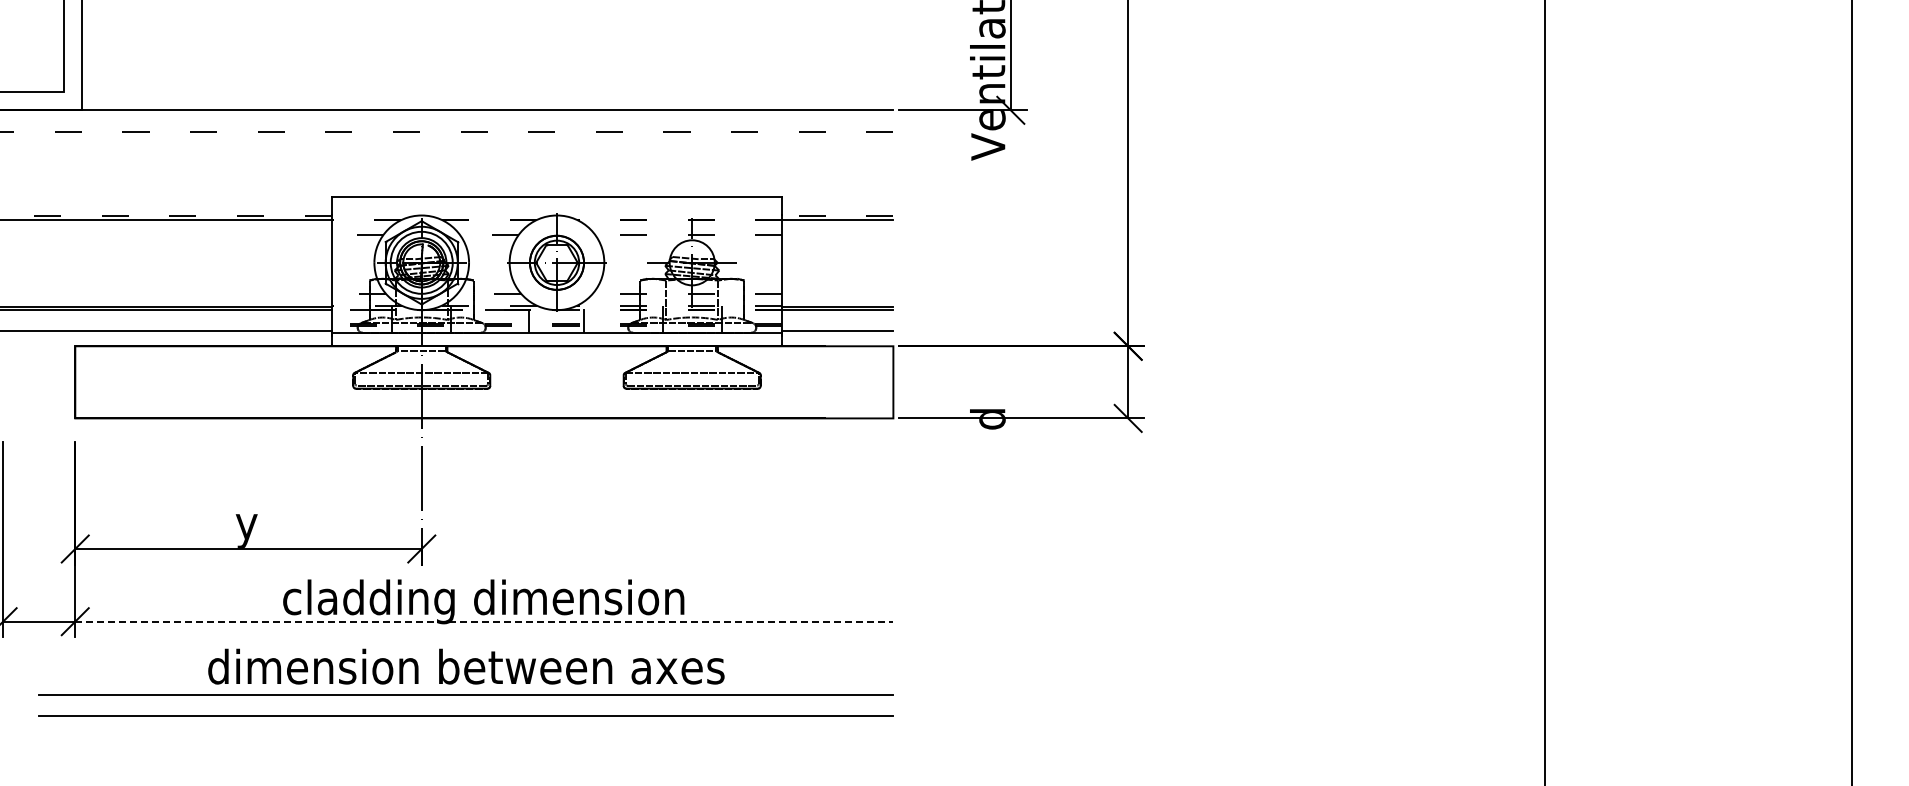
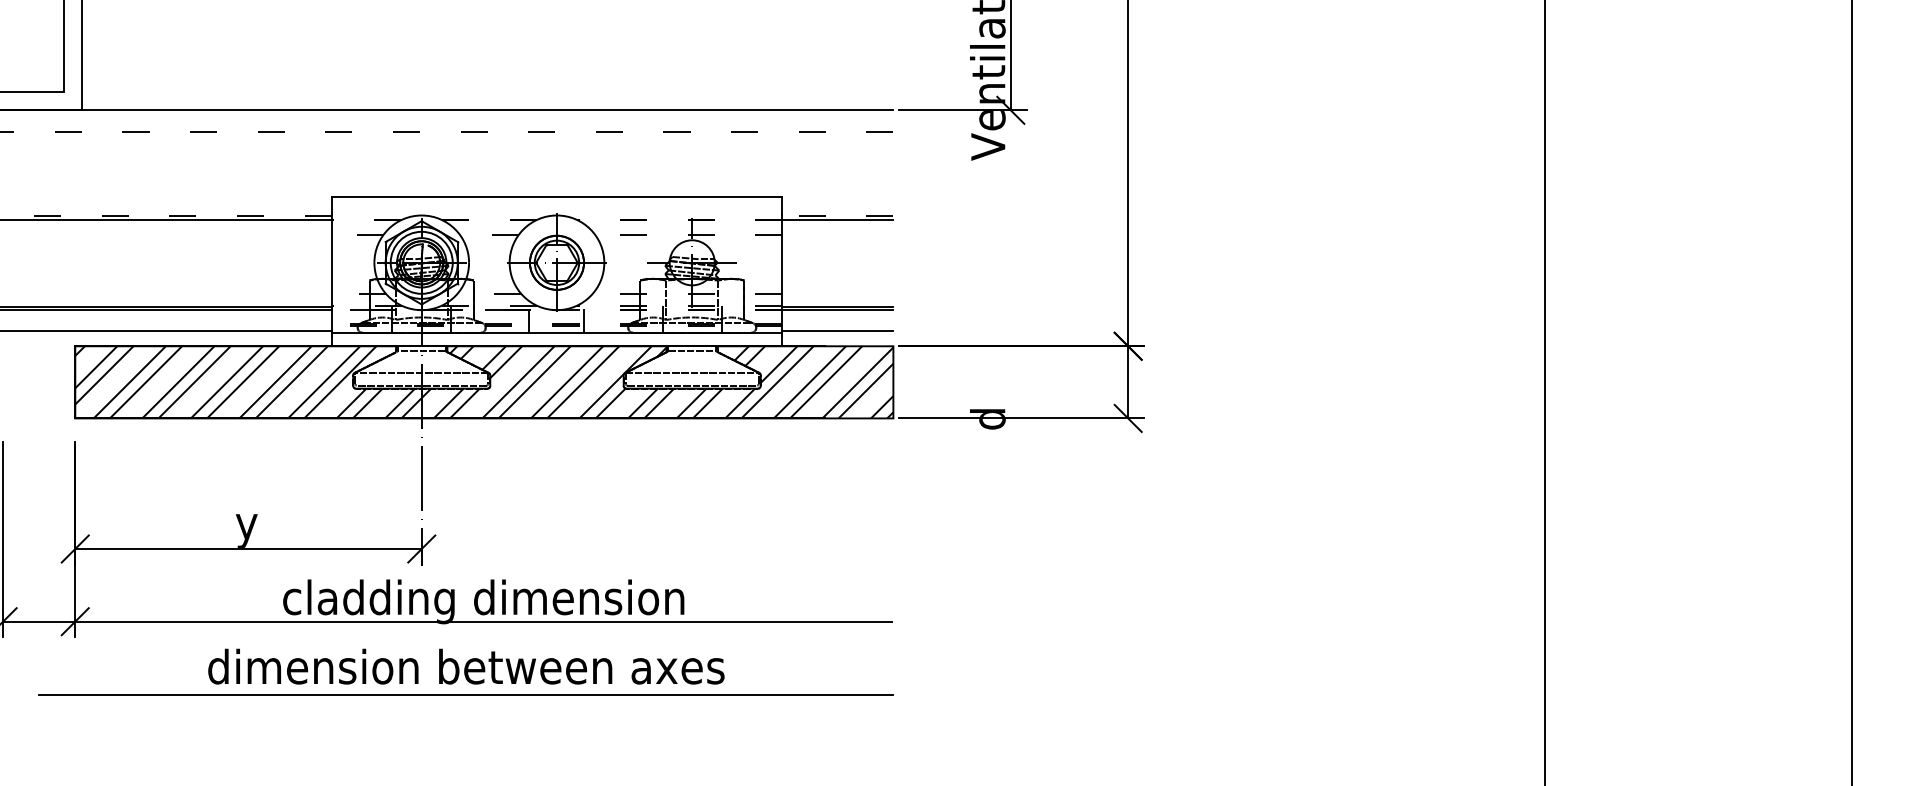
hatch at (484, 382): none -> present
line at (484, 621): dashed -> solid
line at (465, 715): present -> none
